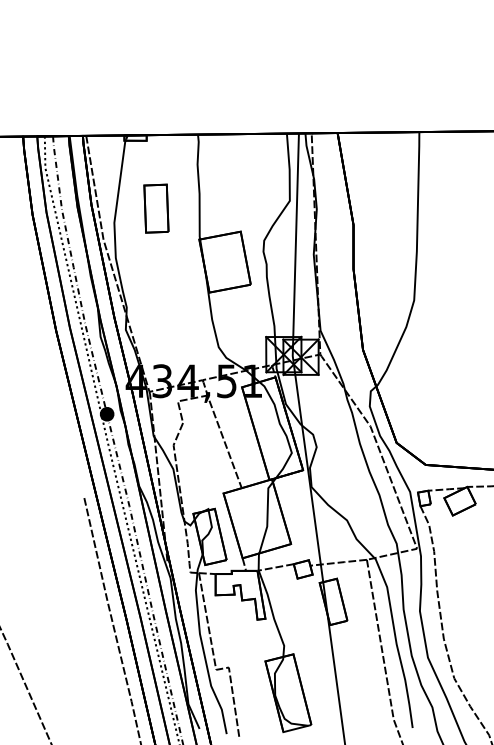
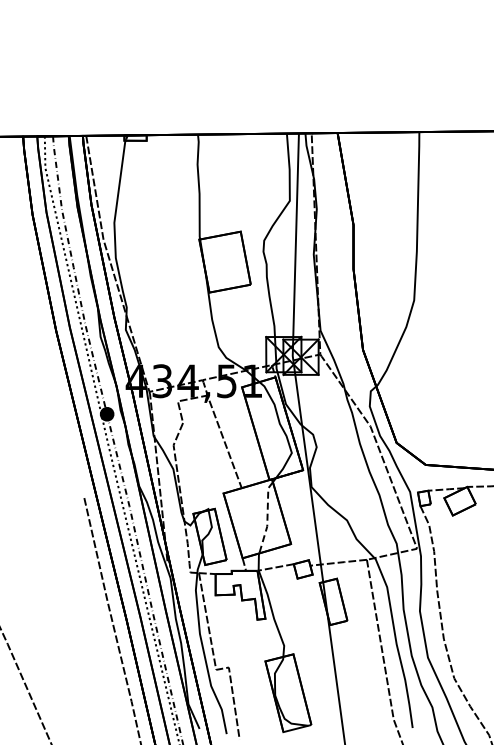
part at (156, 208): present -> none
line at (267, 517): solid -> dashed
